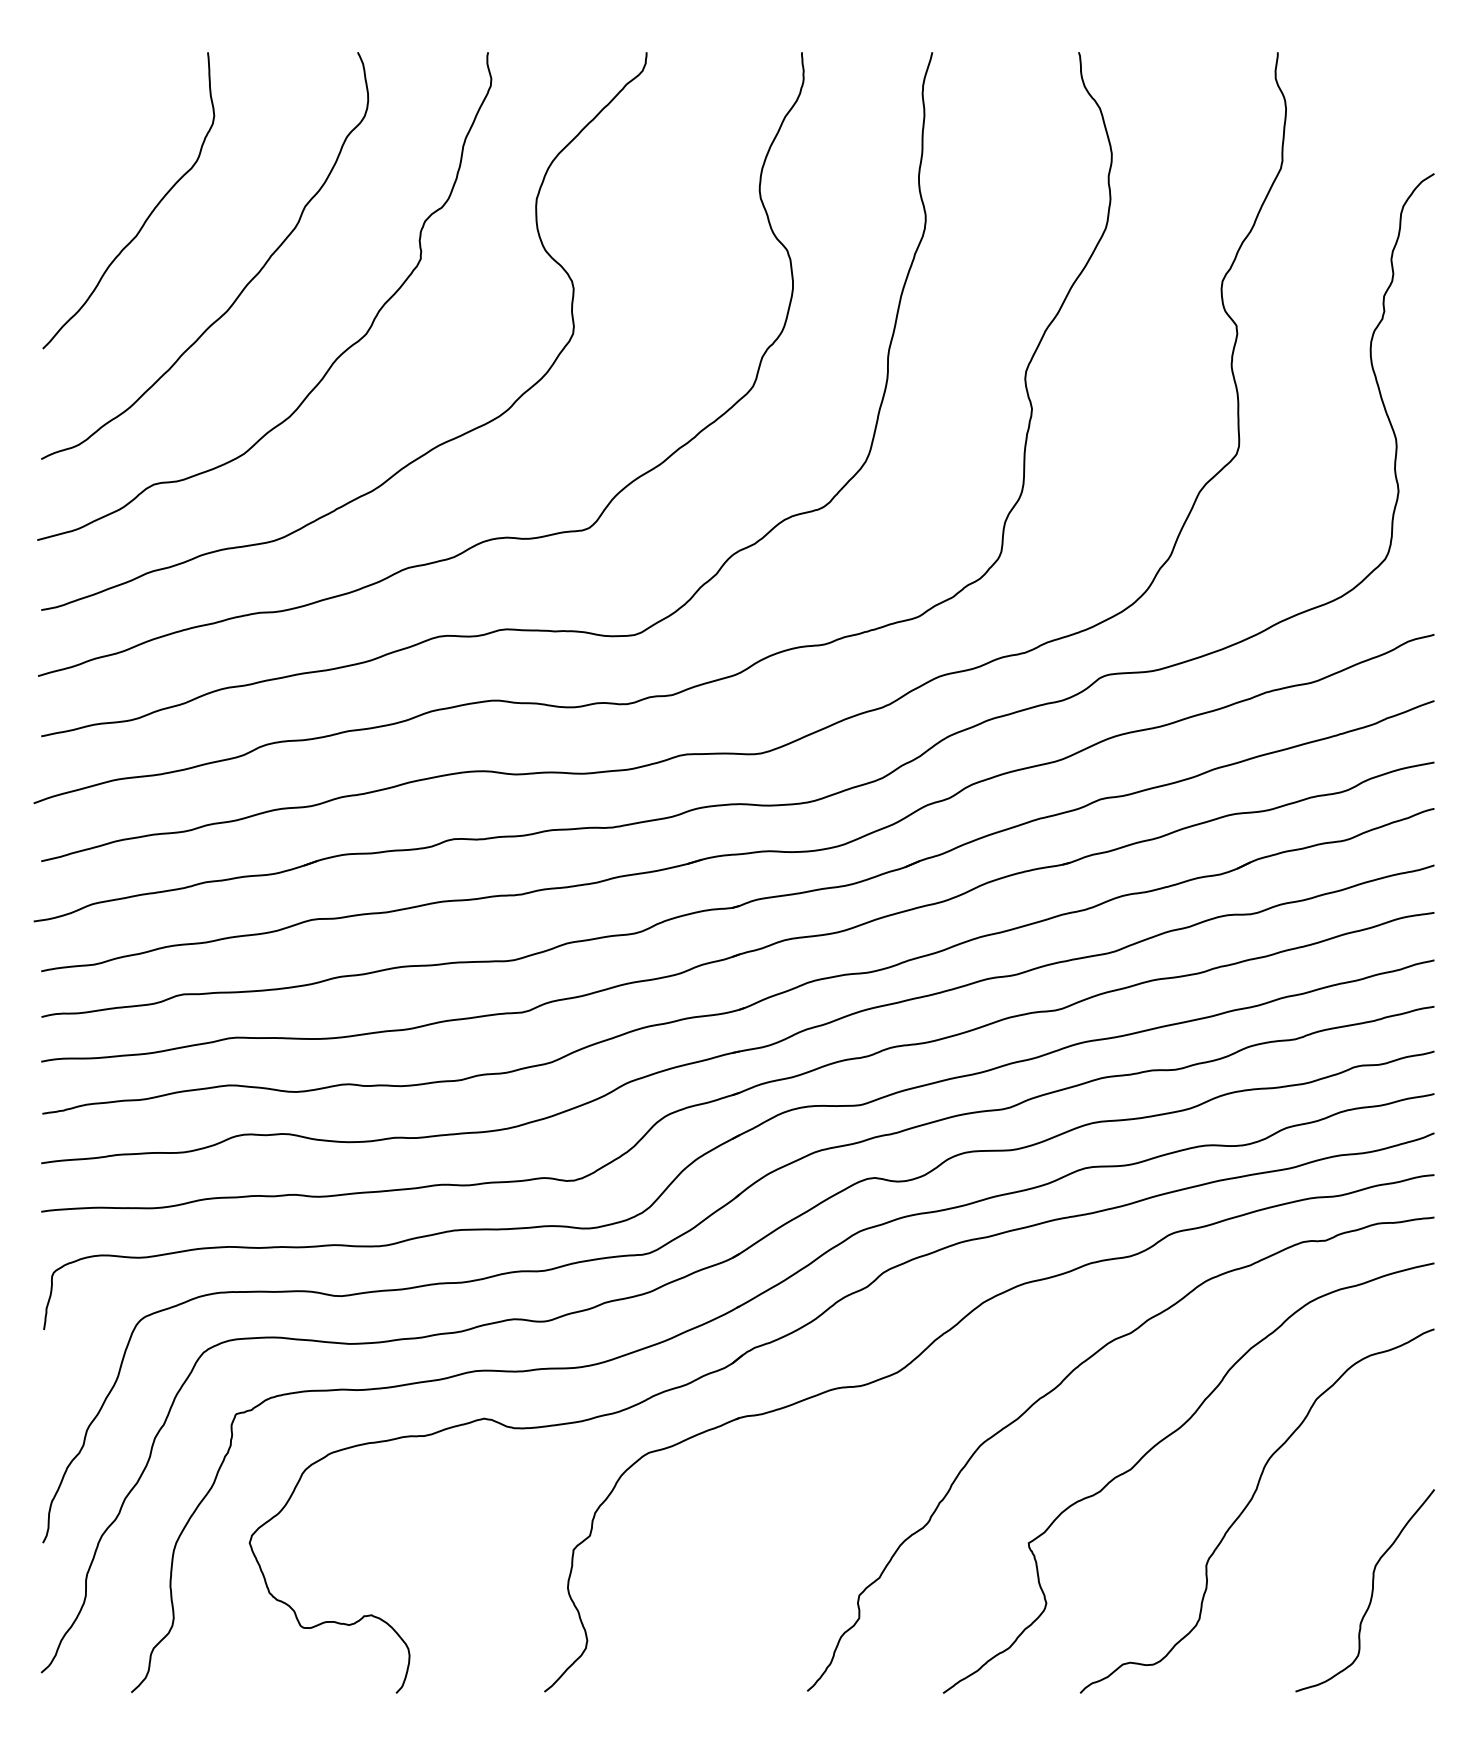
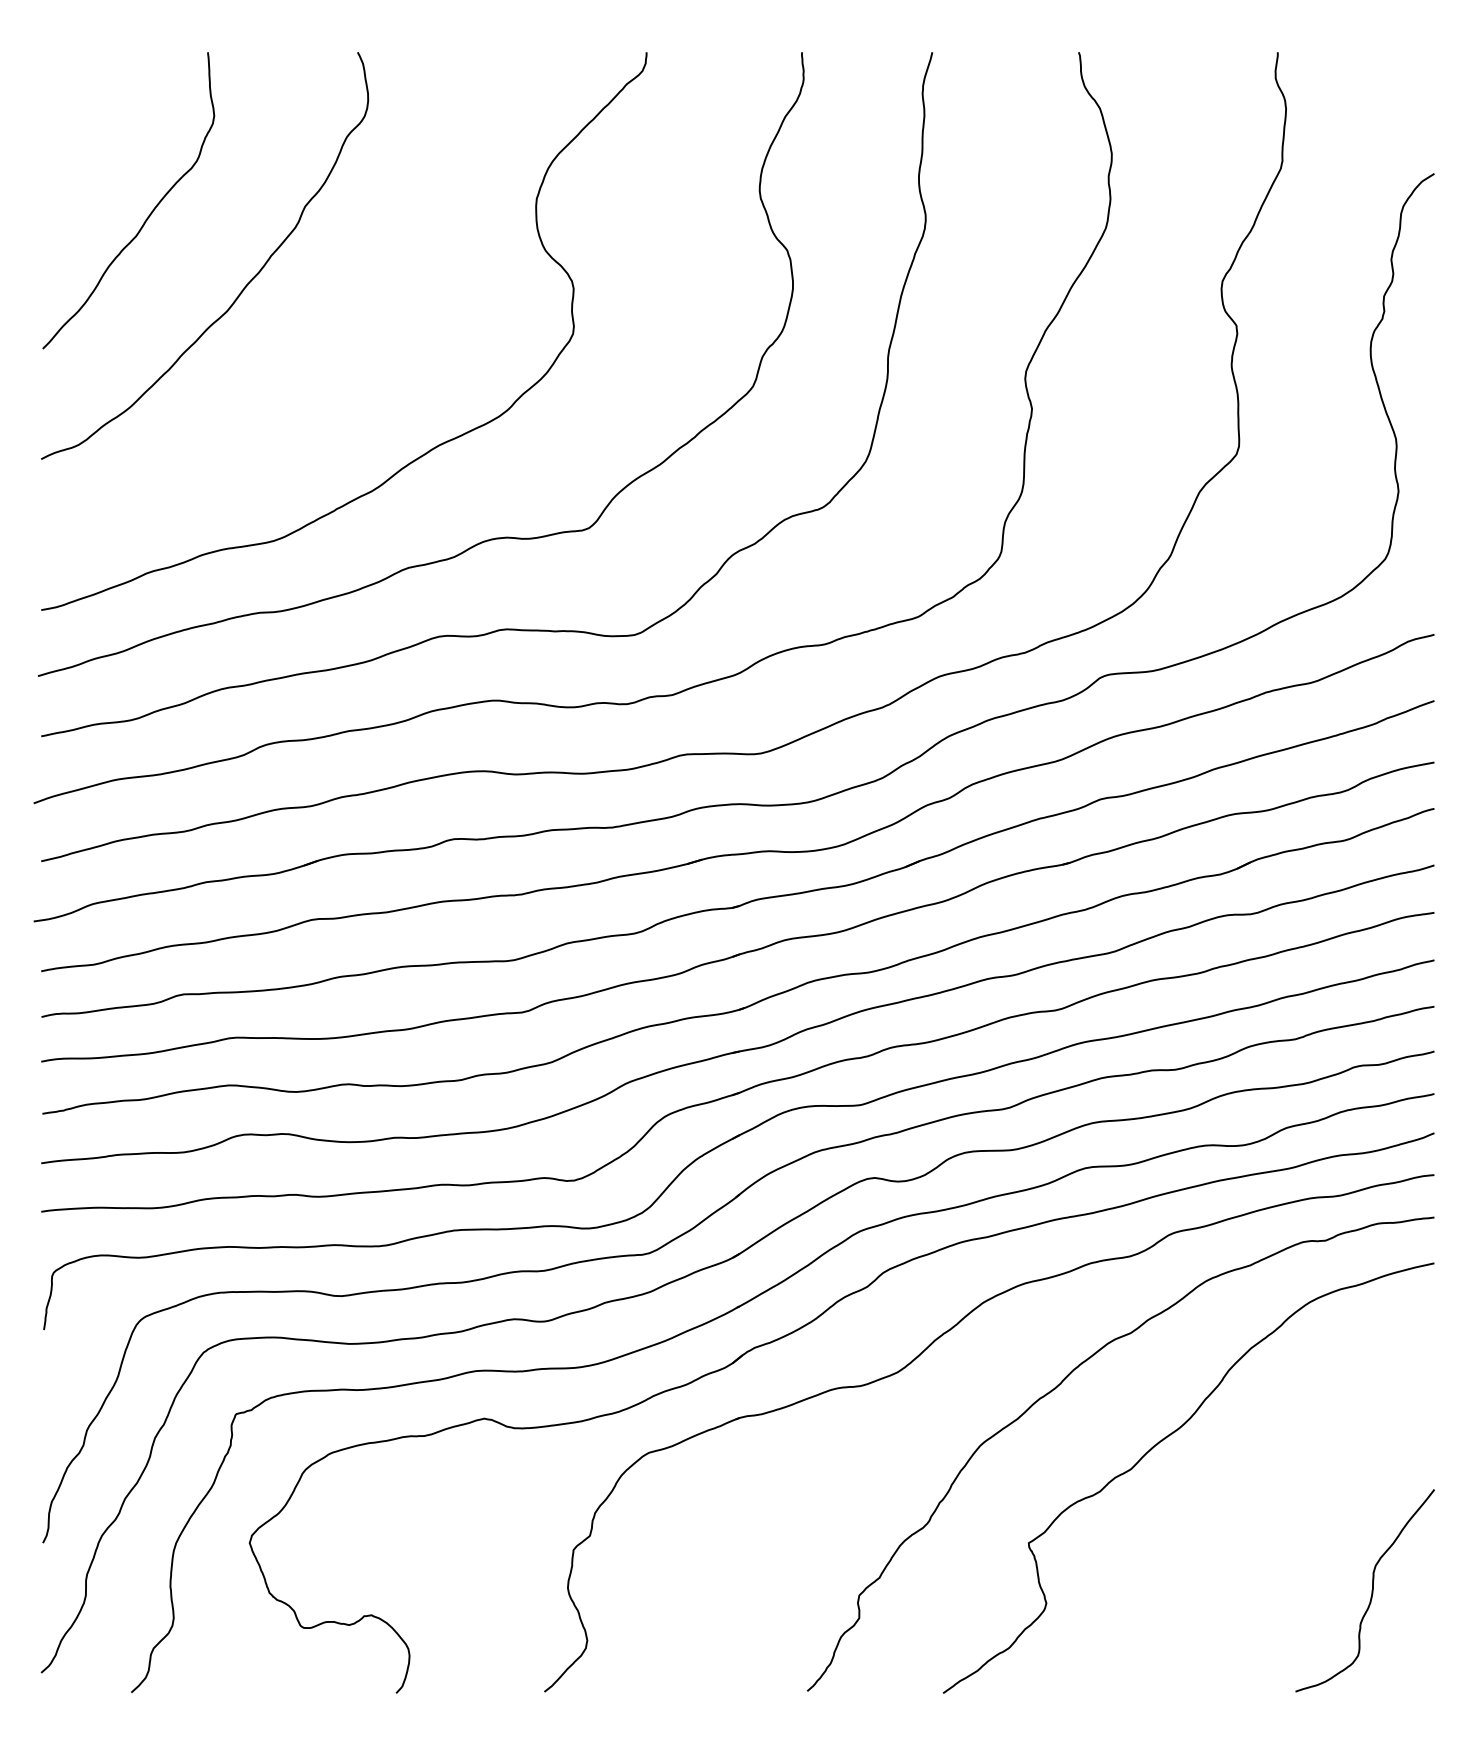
curve at (332, 362): present -> none
curve at (1248, 1505): present -> none
